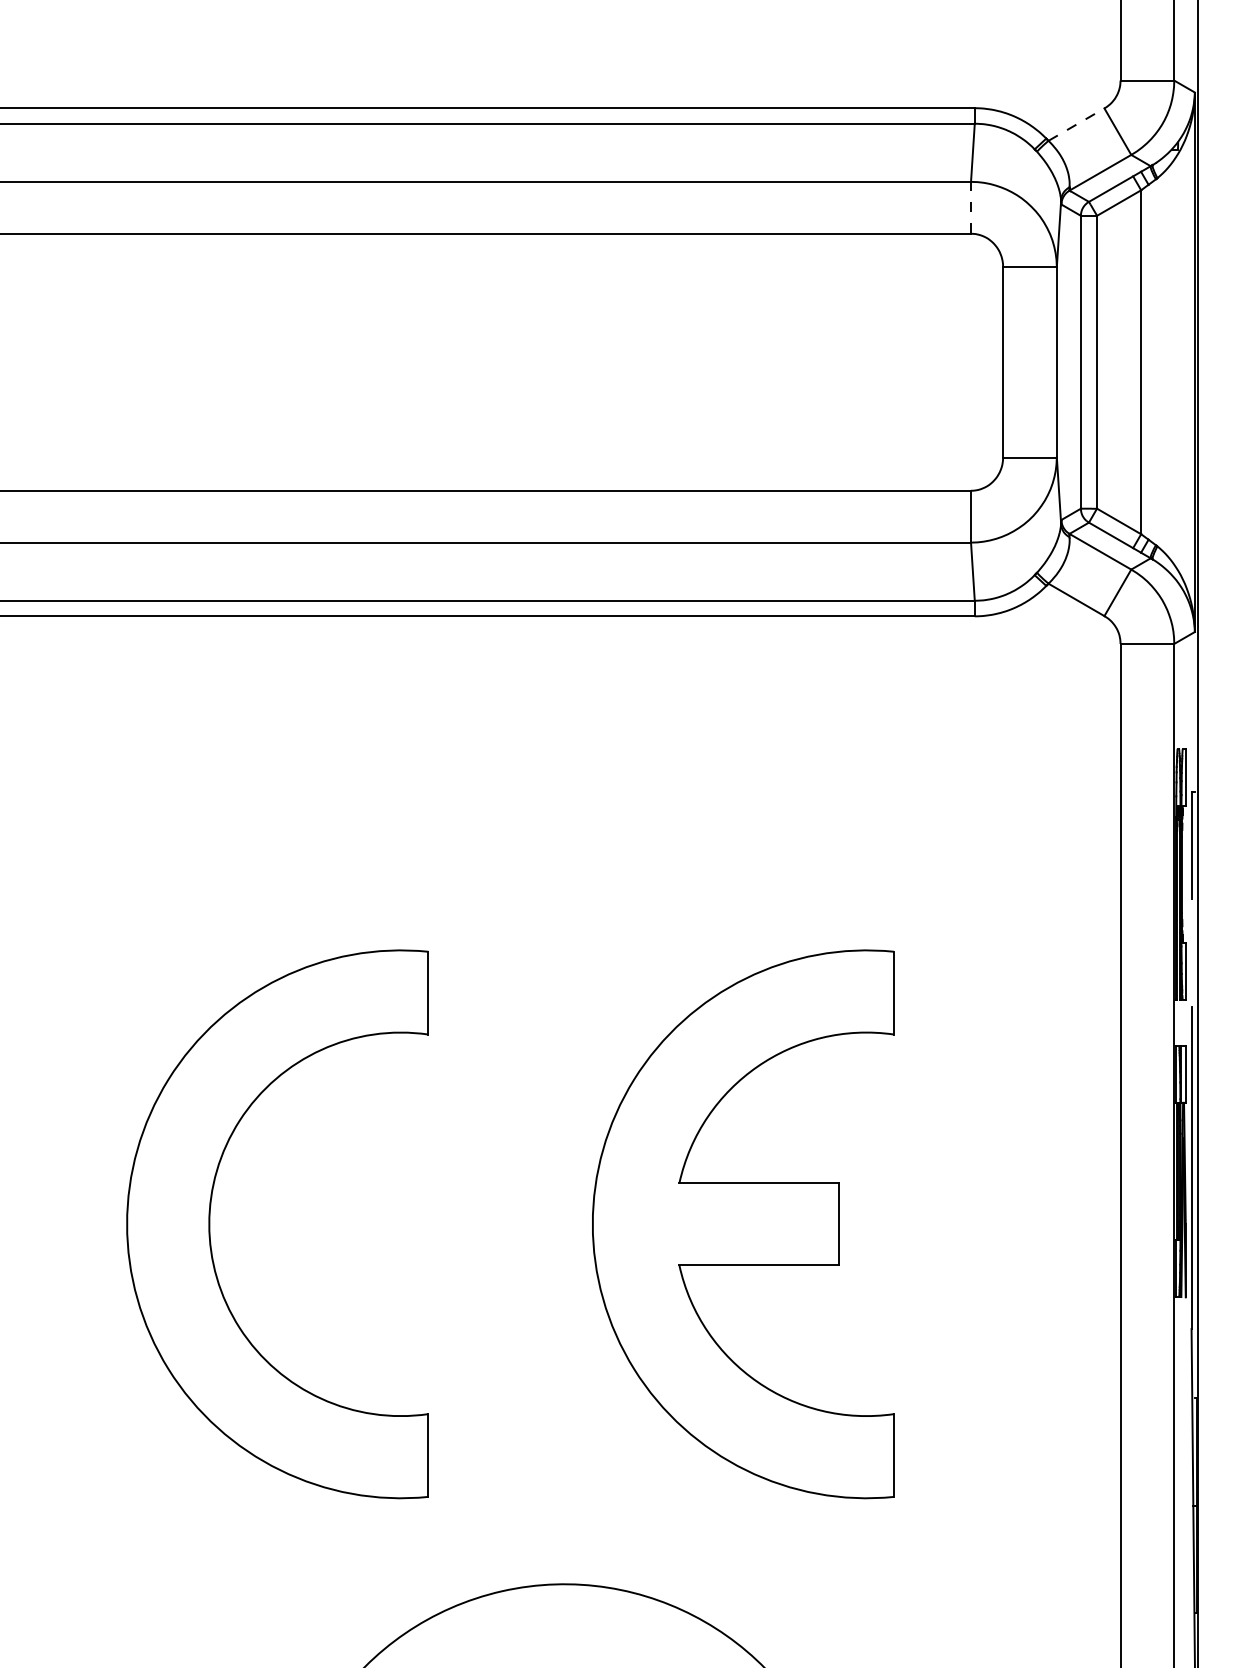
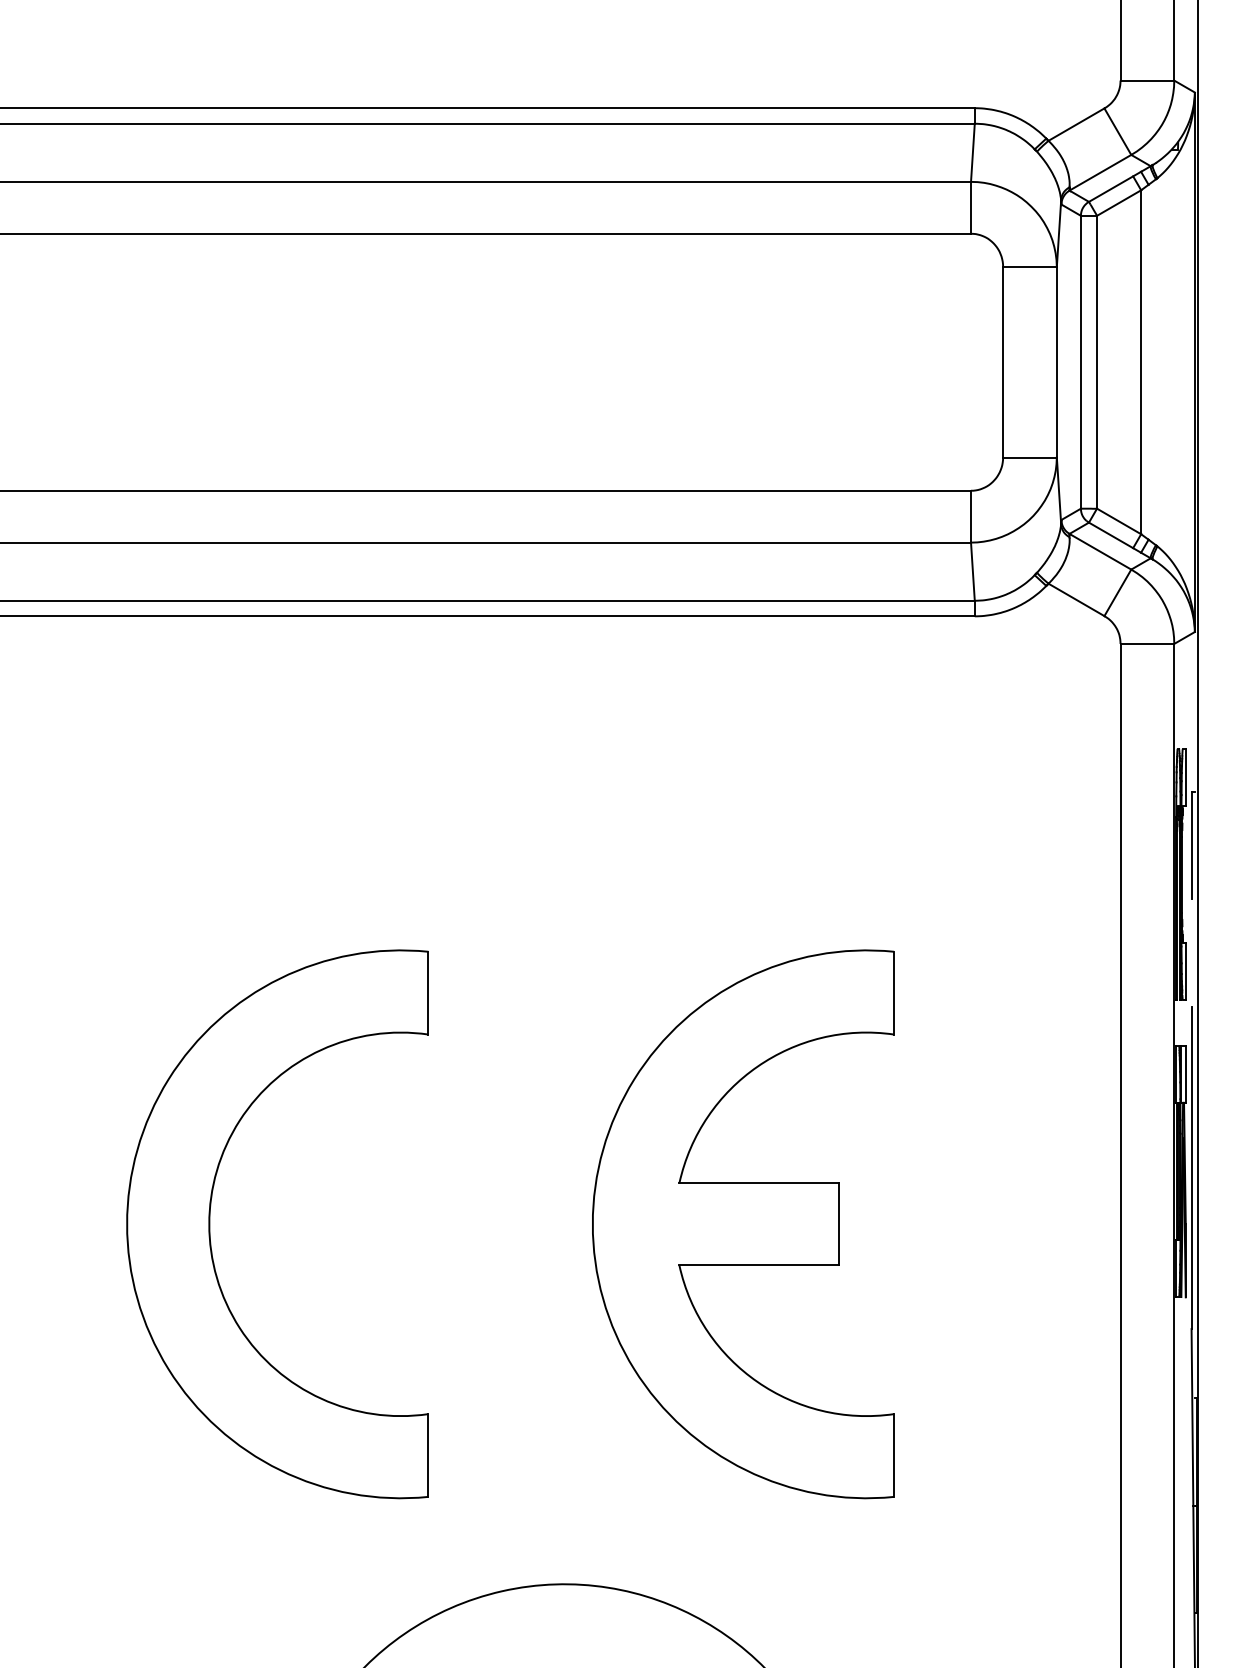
line at (1076, 124): dashed -> solid
line at (971, 207): dashed -> solid
